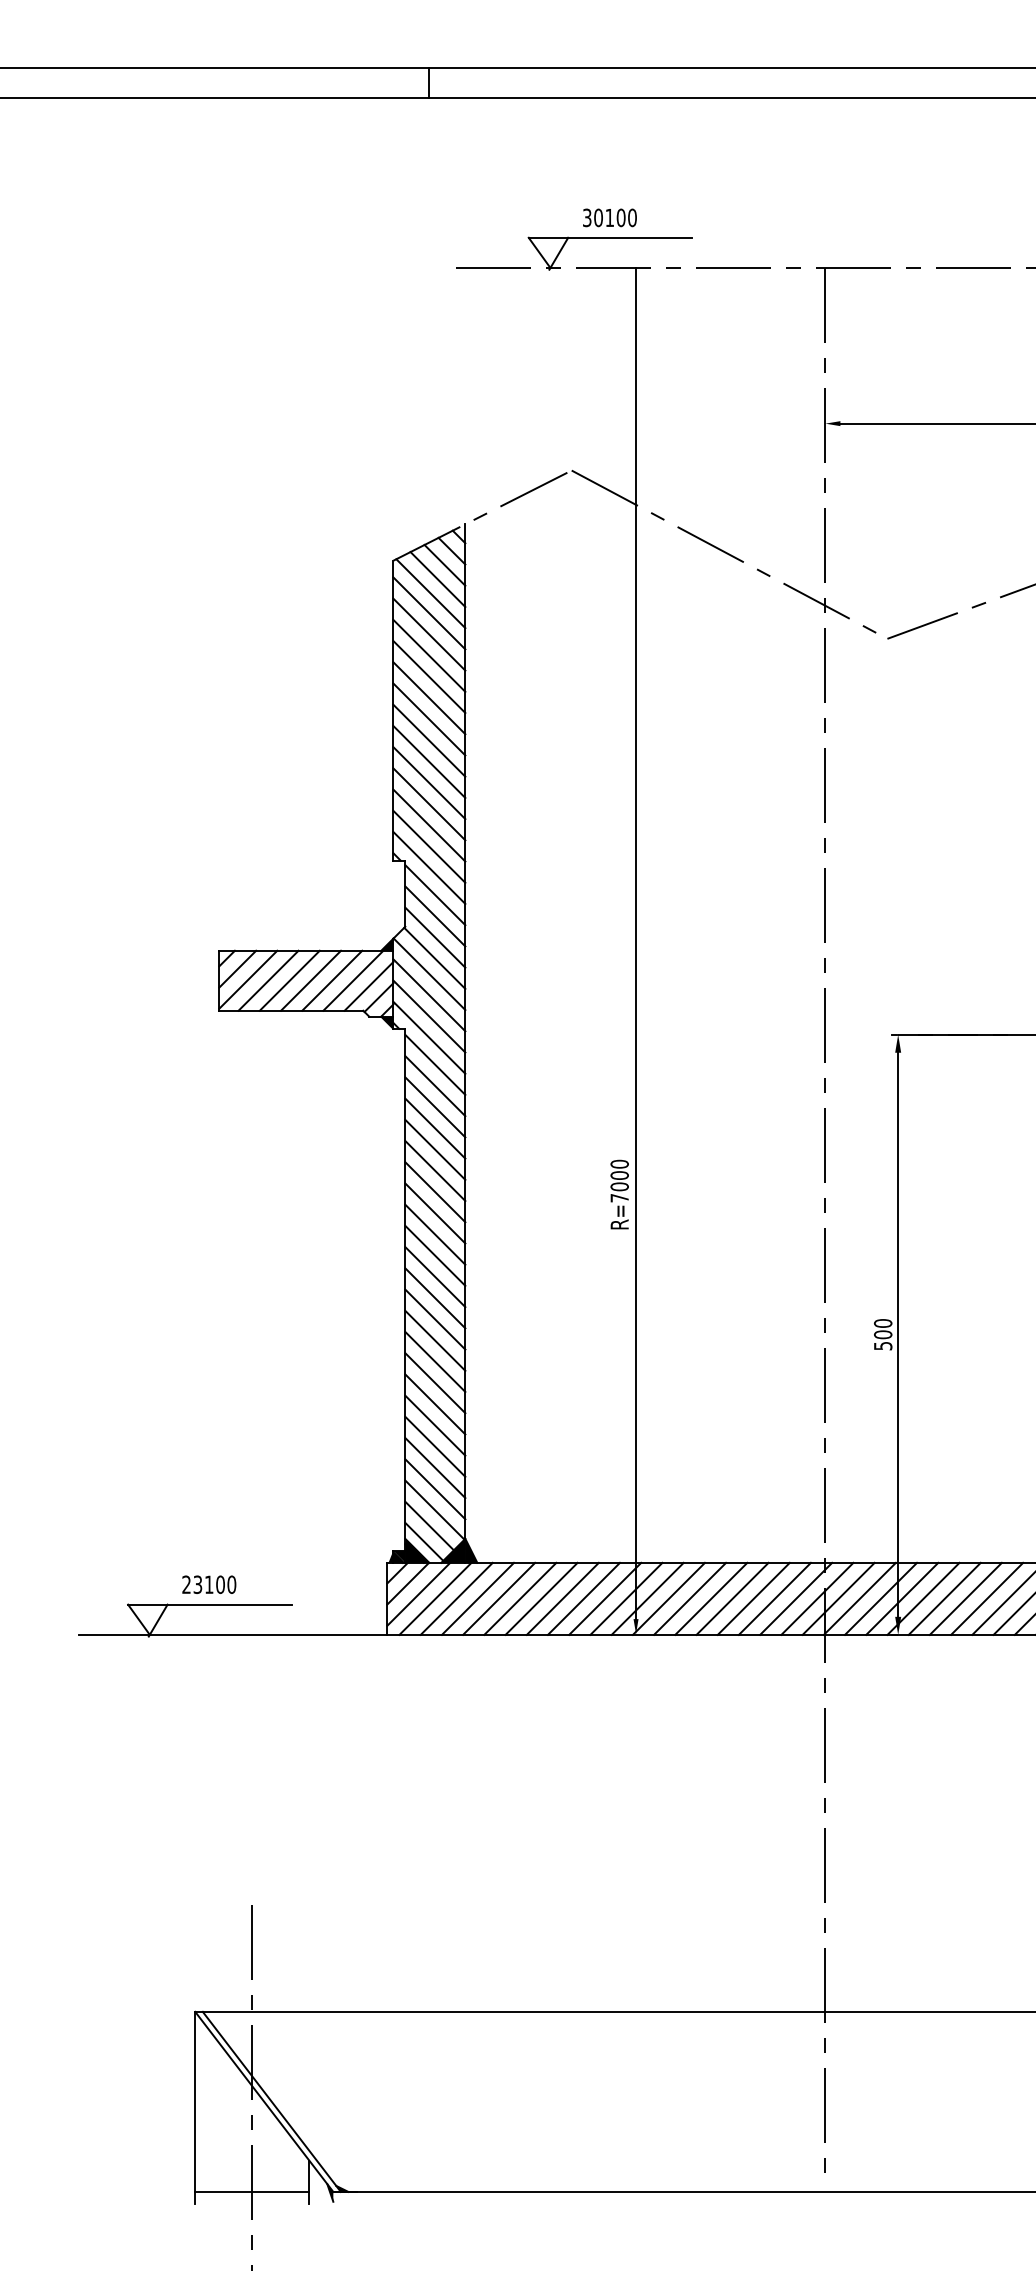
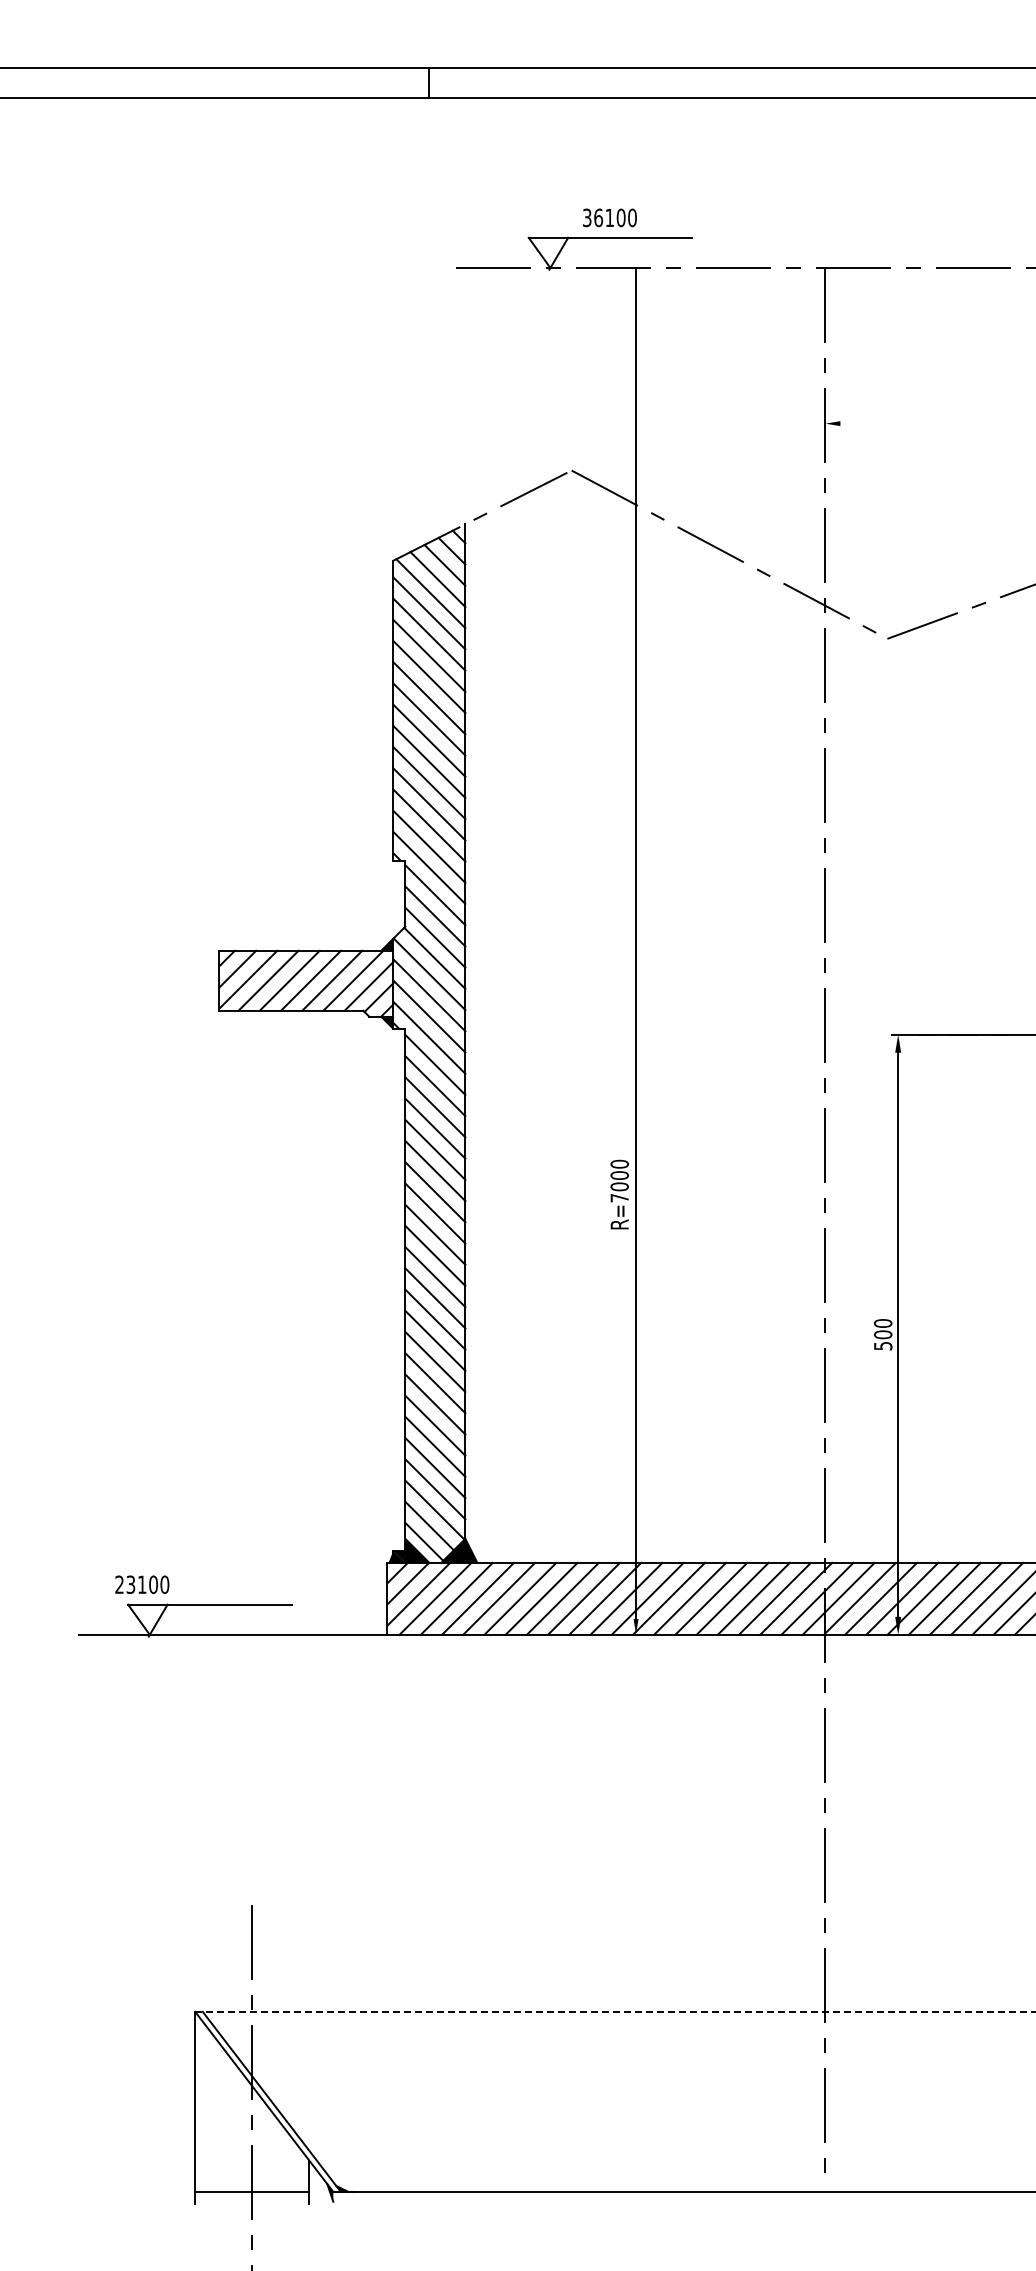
text at (598, 217): 30100 -> 36100
line at (936, 423): present -> none
text at (209, 1584) position: (209, 1584) -> (142, 1584)
line at (615, 2011): solid -> dashed
